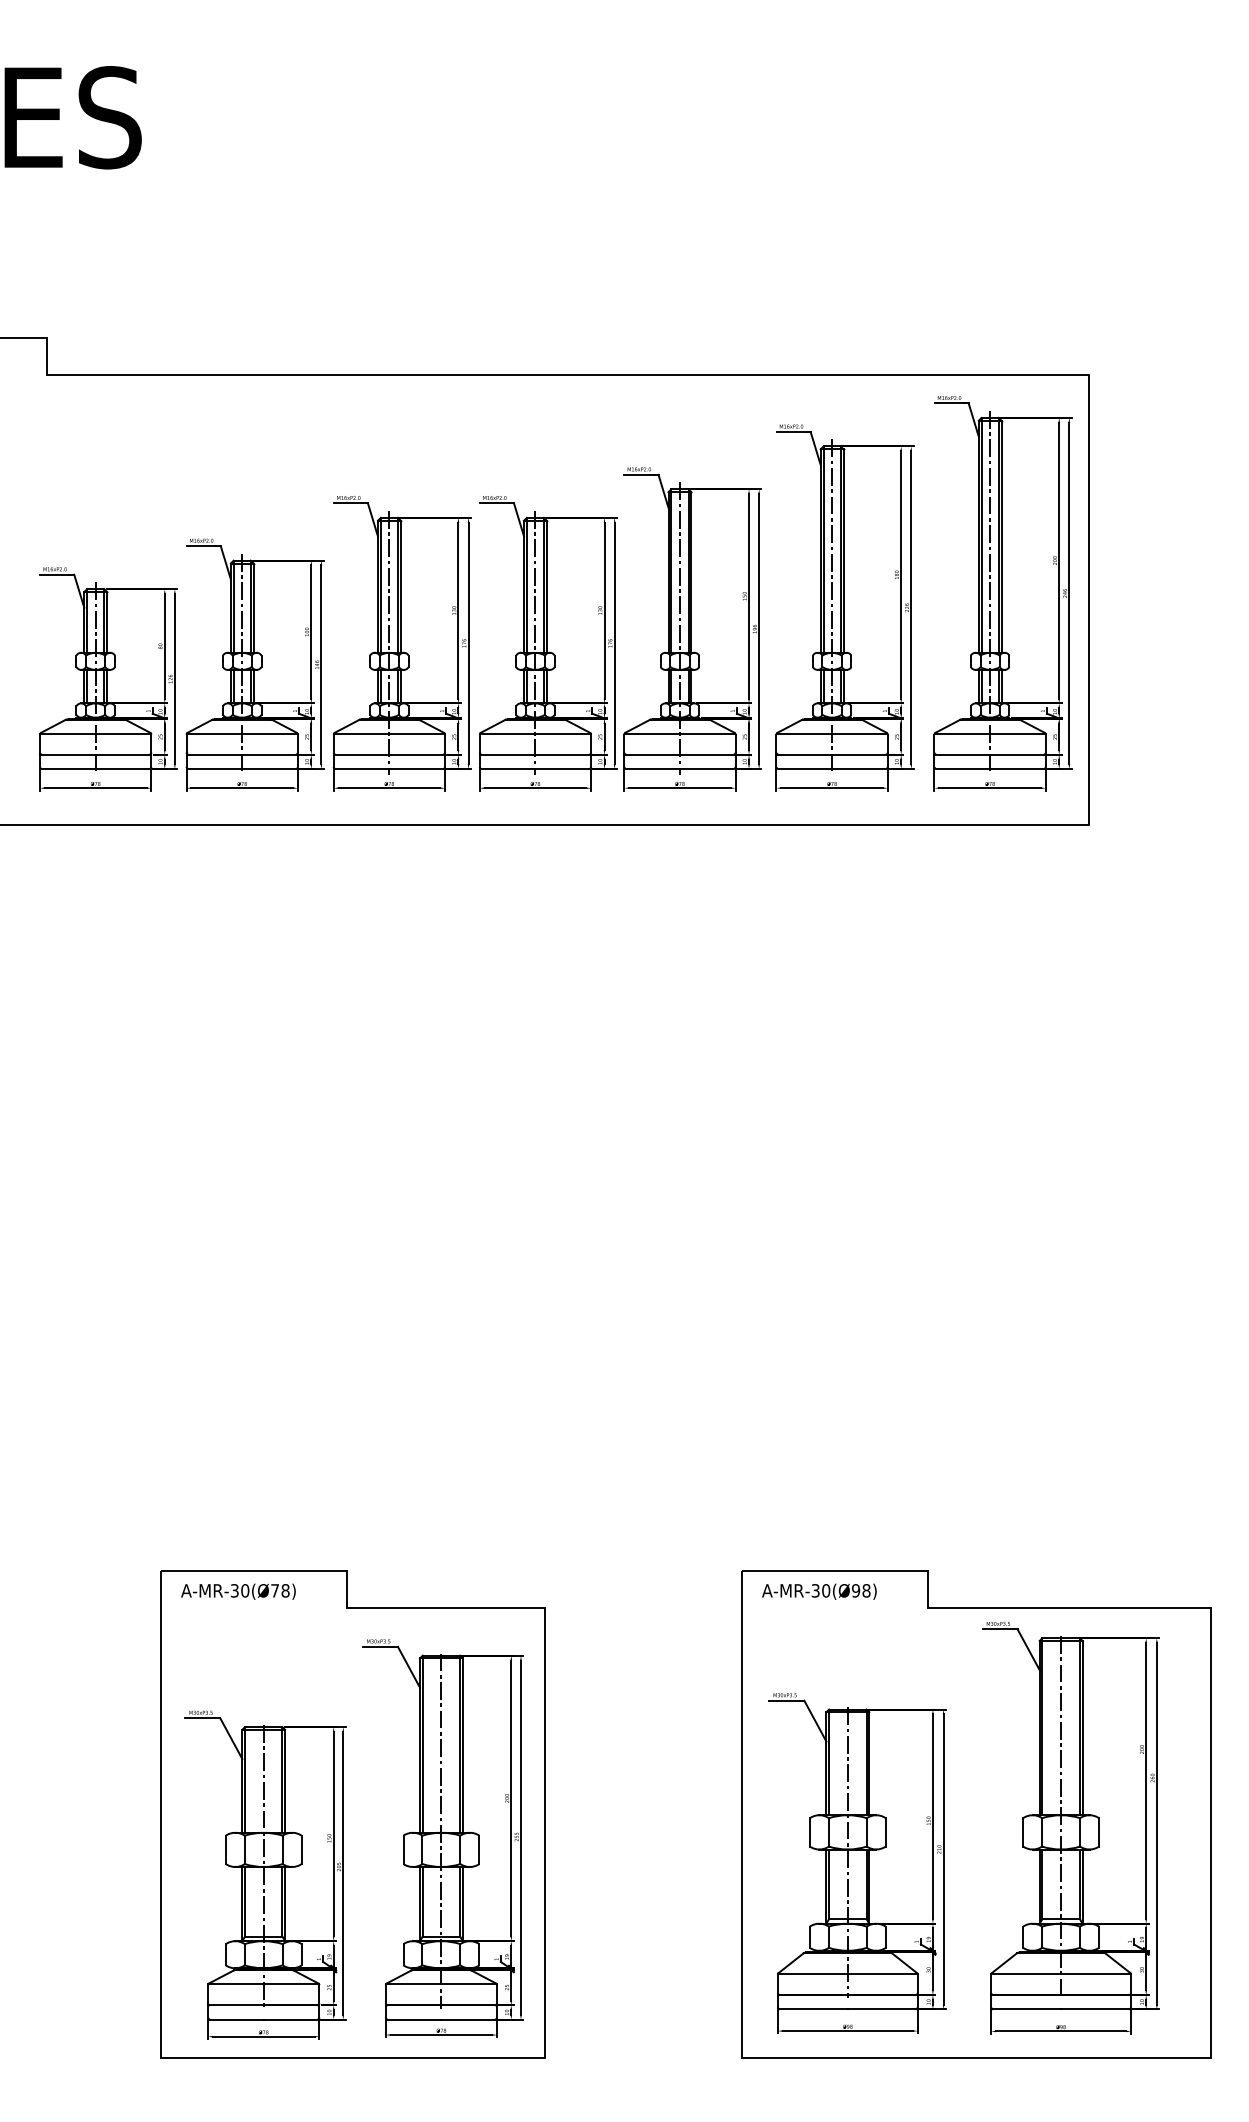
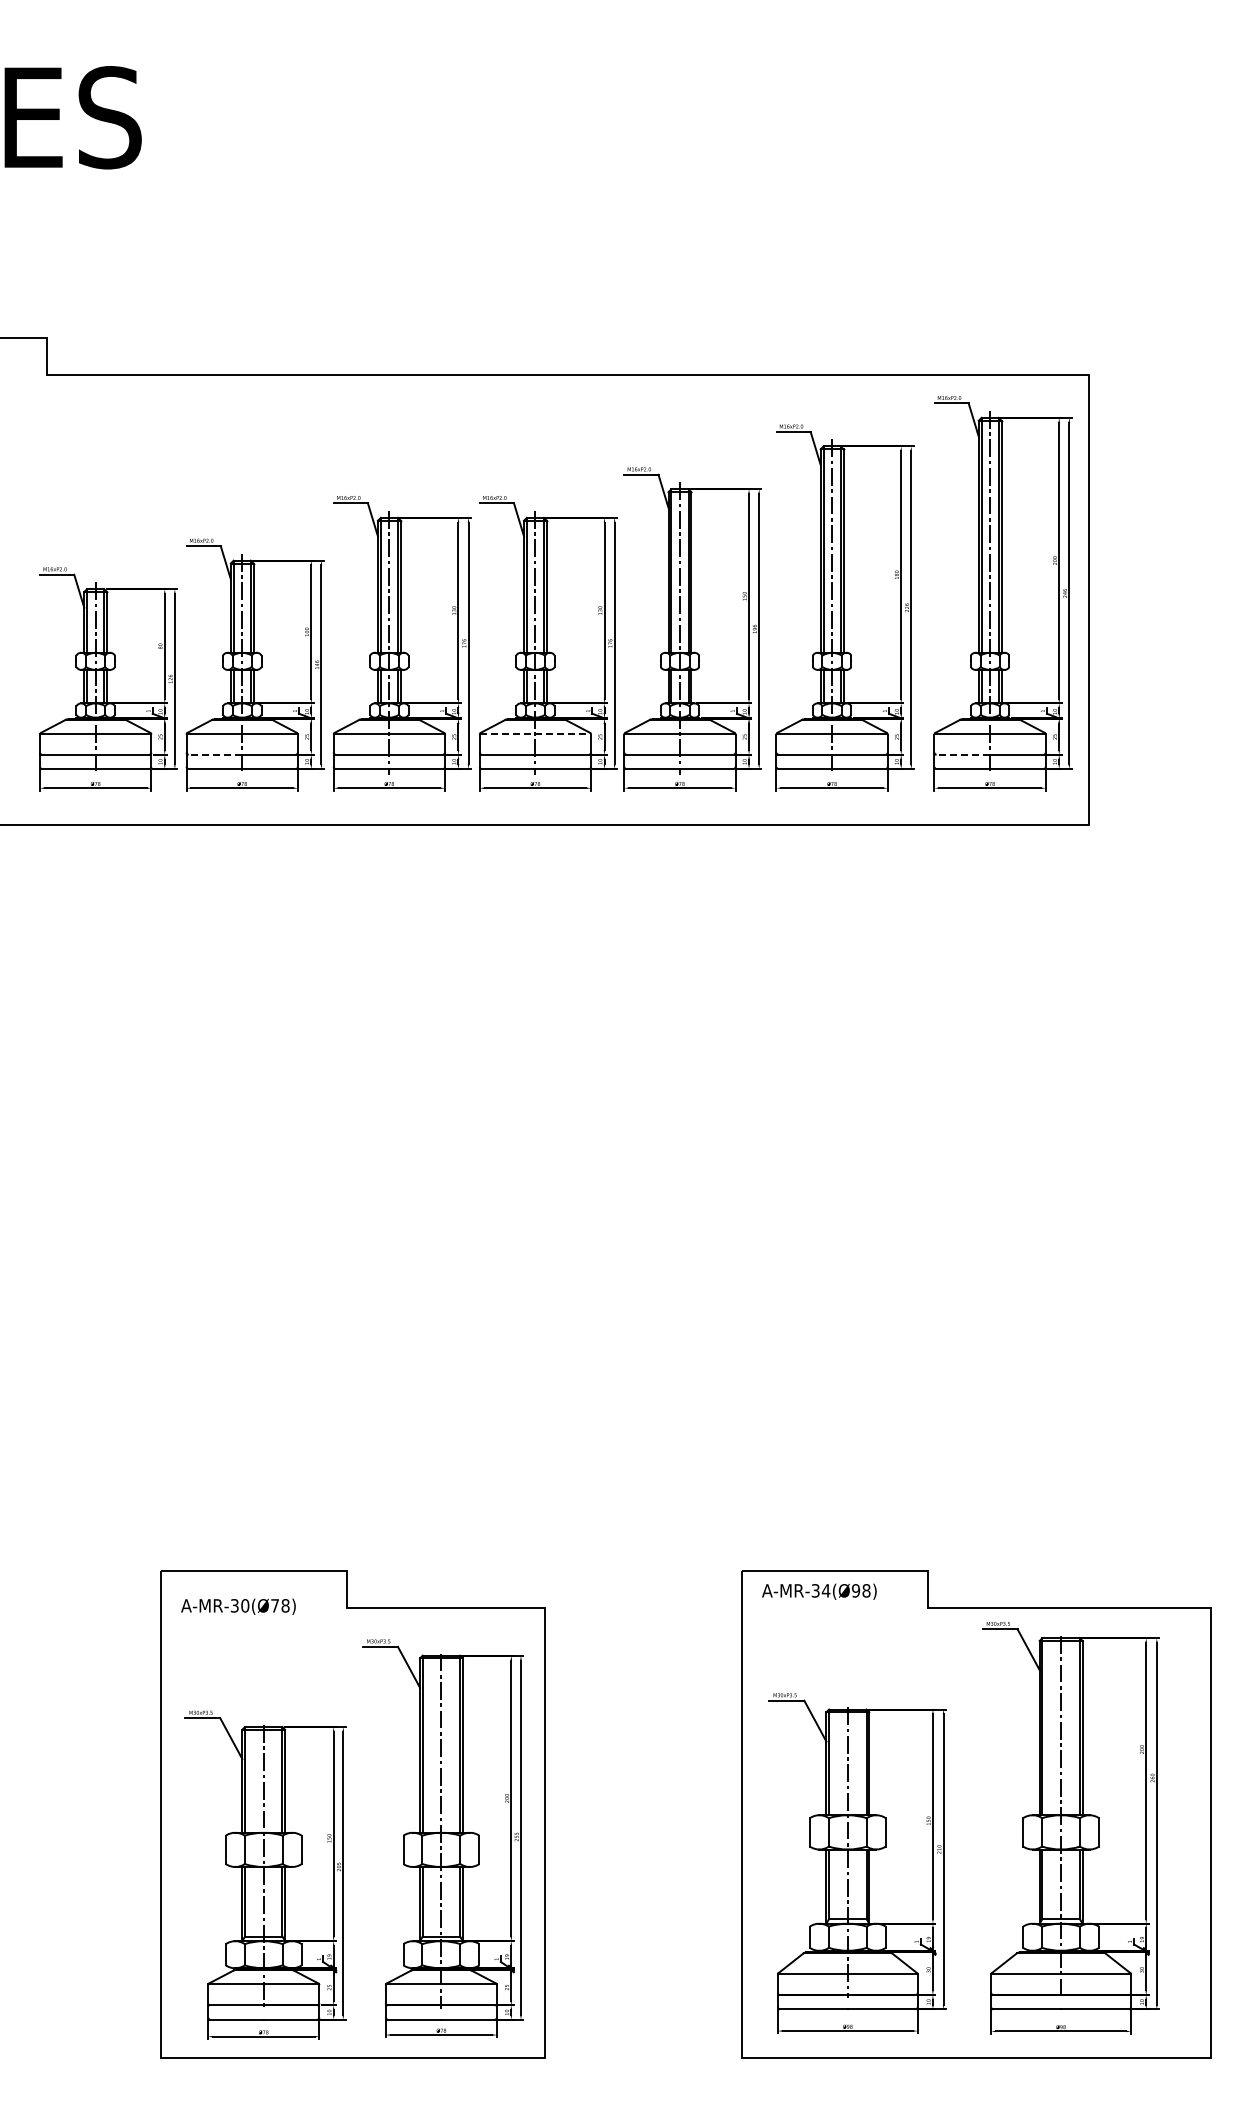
line at (535, 733): solid -> dashed
line at (214, 754): solid -> dashed
line at (962, 754): solid -> dashed
text at (825, 1590): A-MR-30(Ø98) -> A-MR-34(Ø98)
text at (238, 1591) position: (238, 1591) -> (238, 1606)
